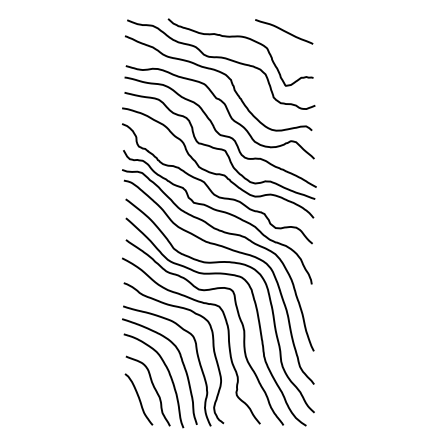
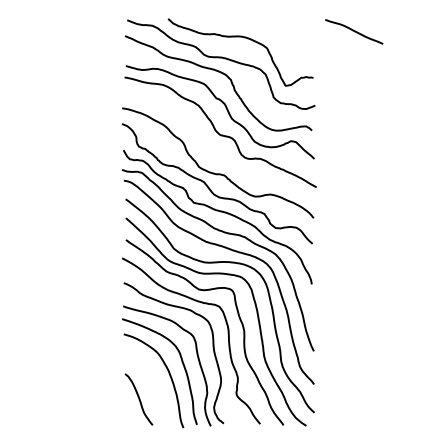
curve at (284, 31) position: (284, 31) -> (354, 31)
curve at (219, 148): present -> none
curve at (153, 388): present -> none
